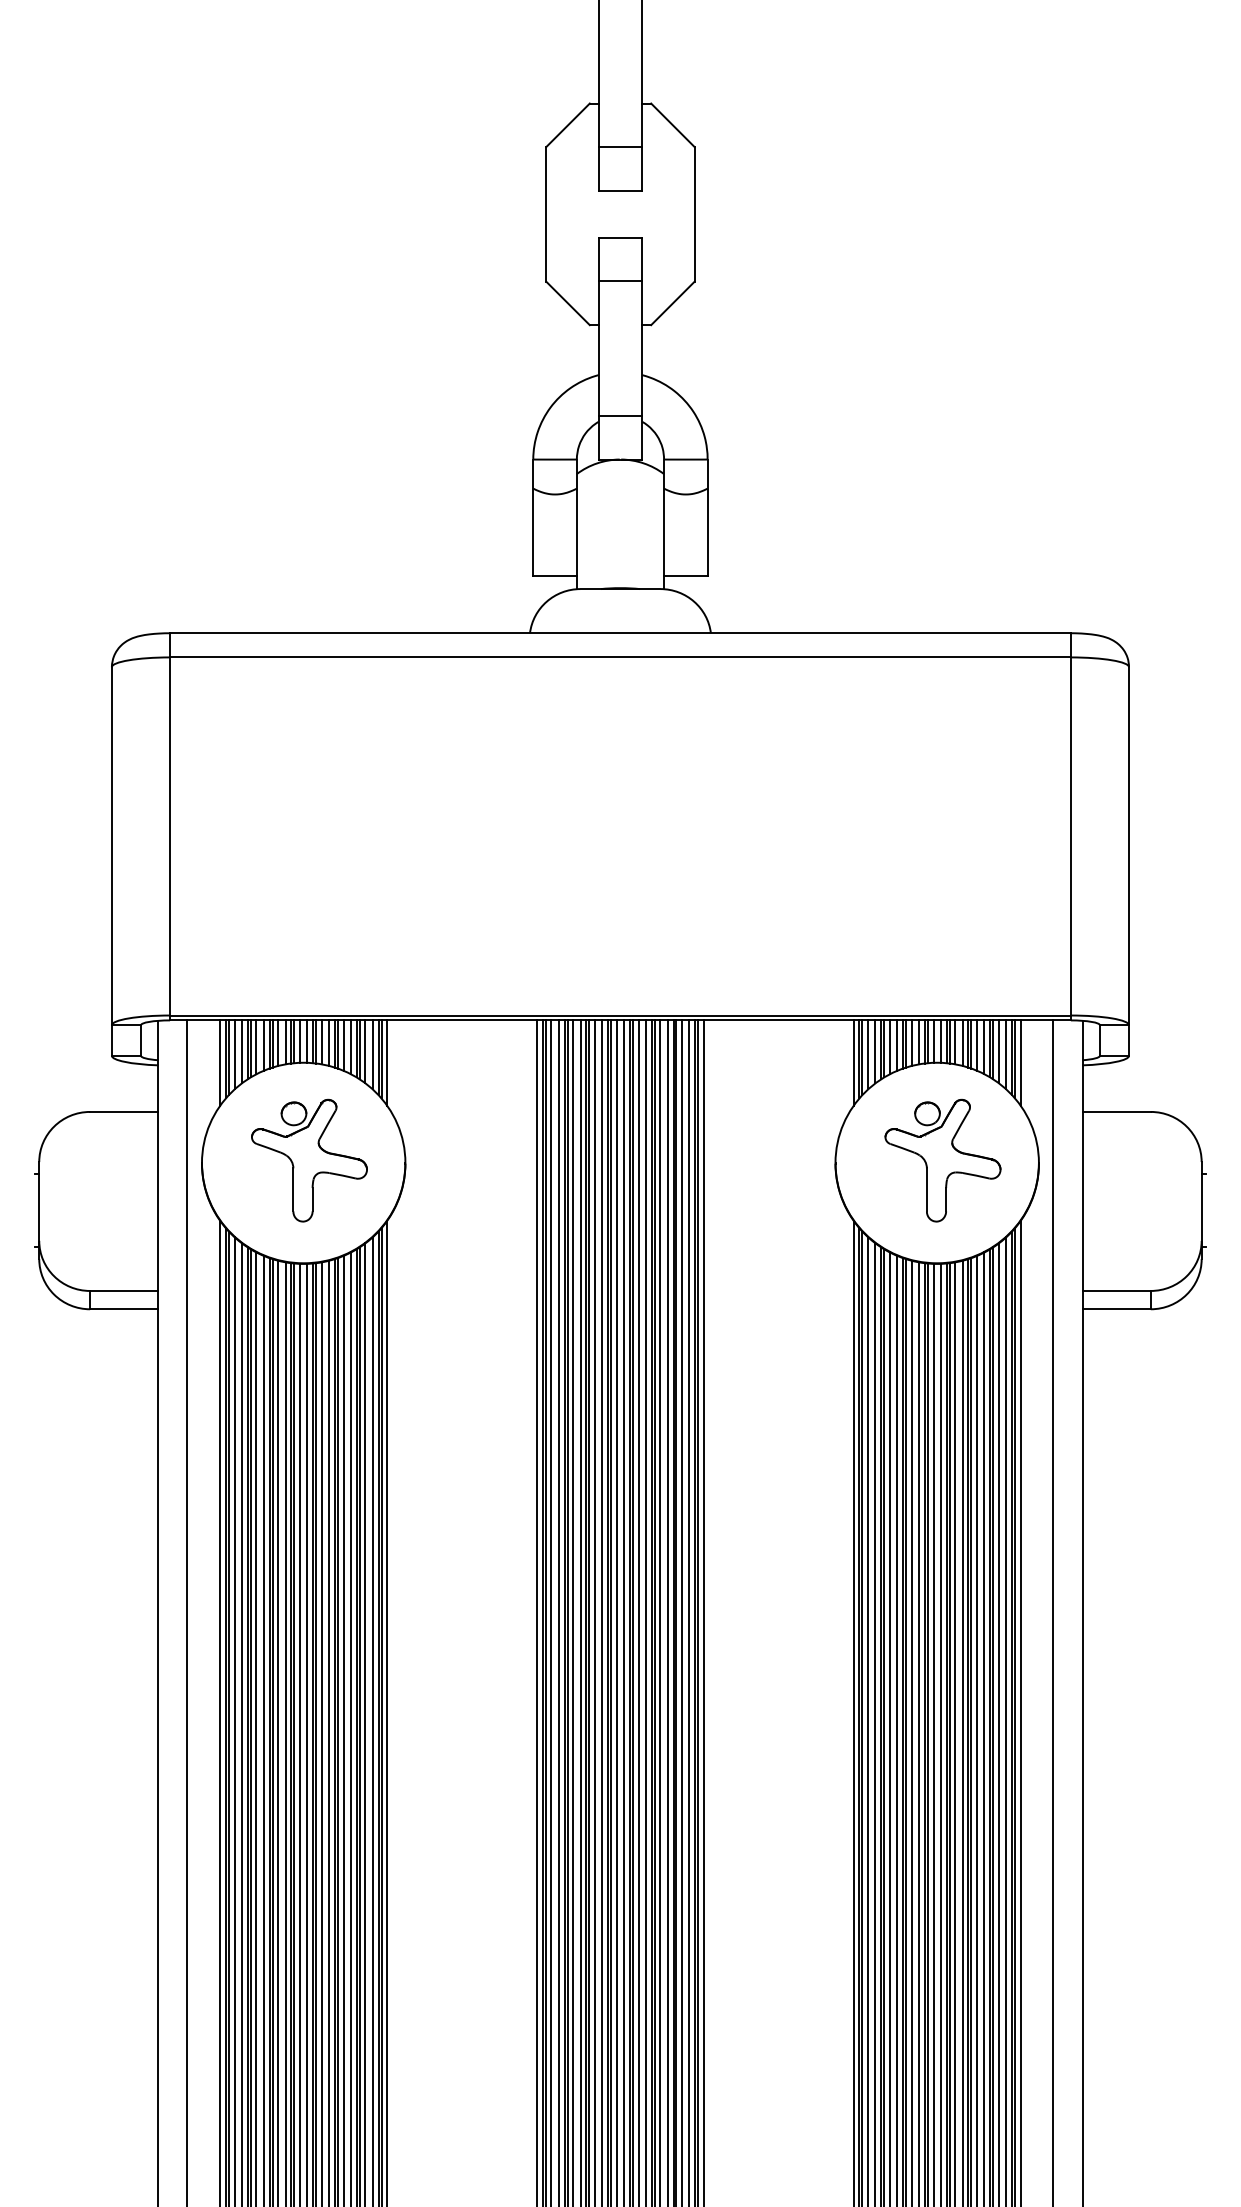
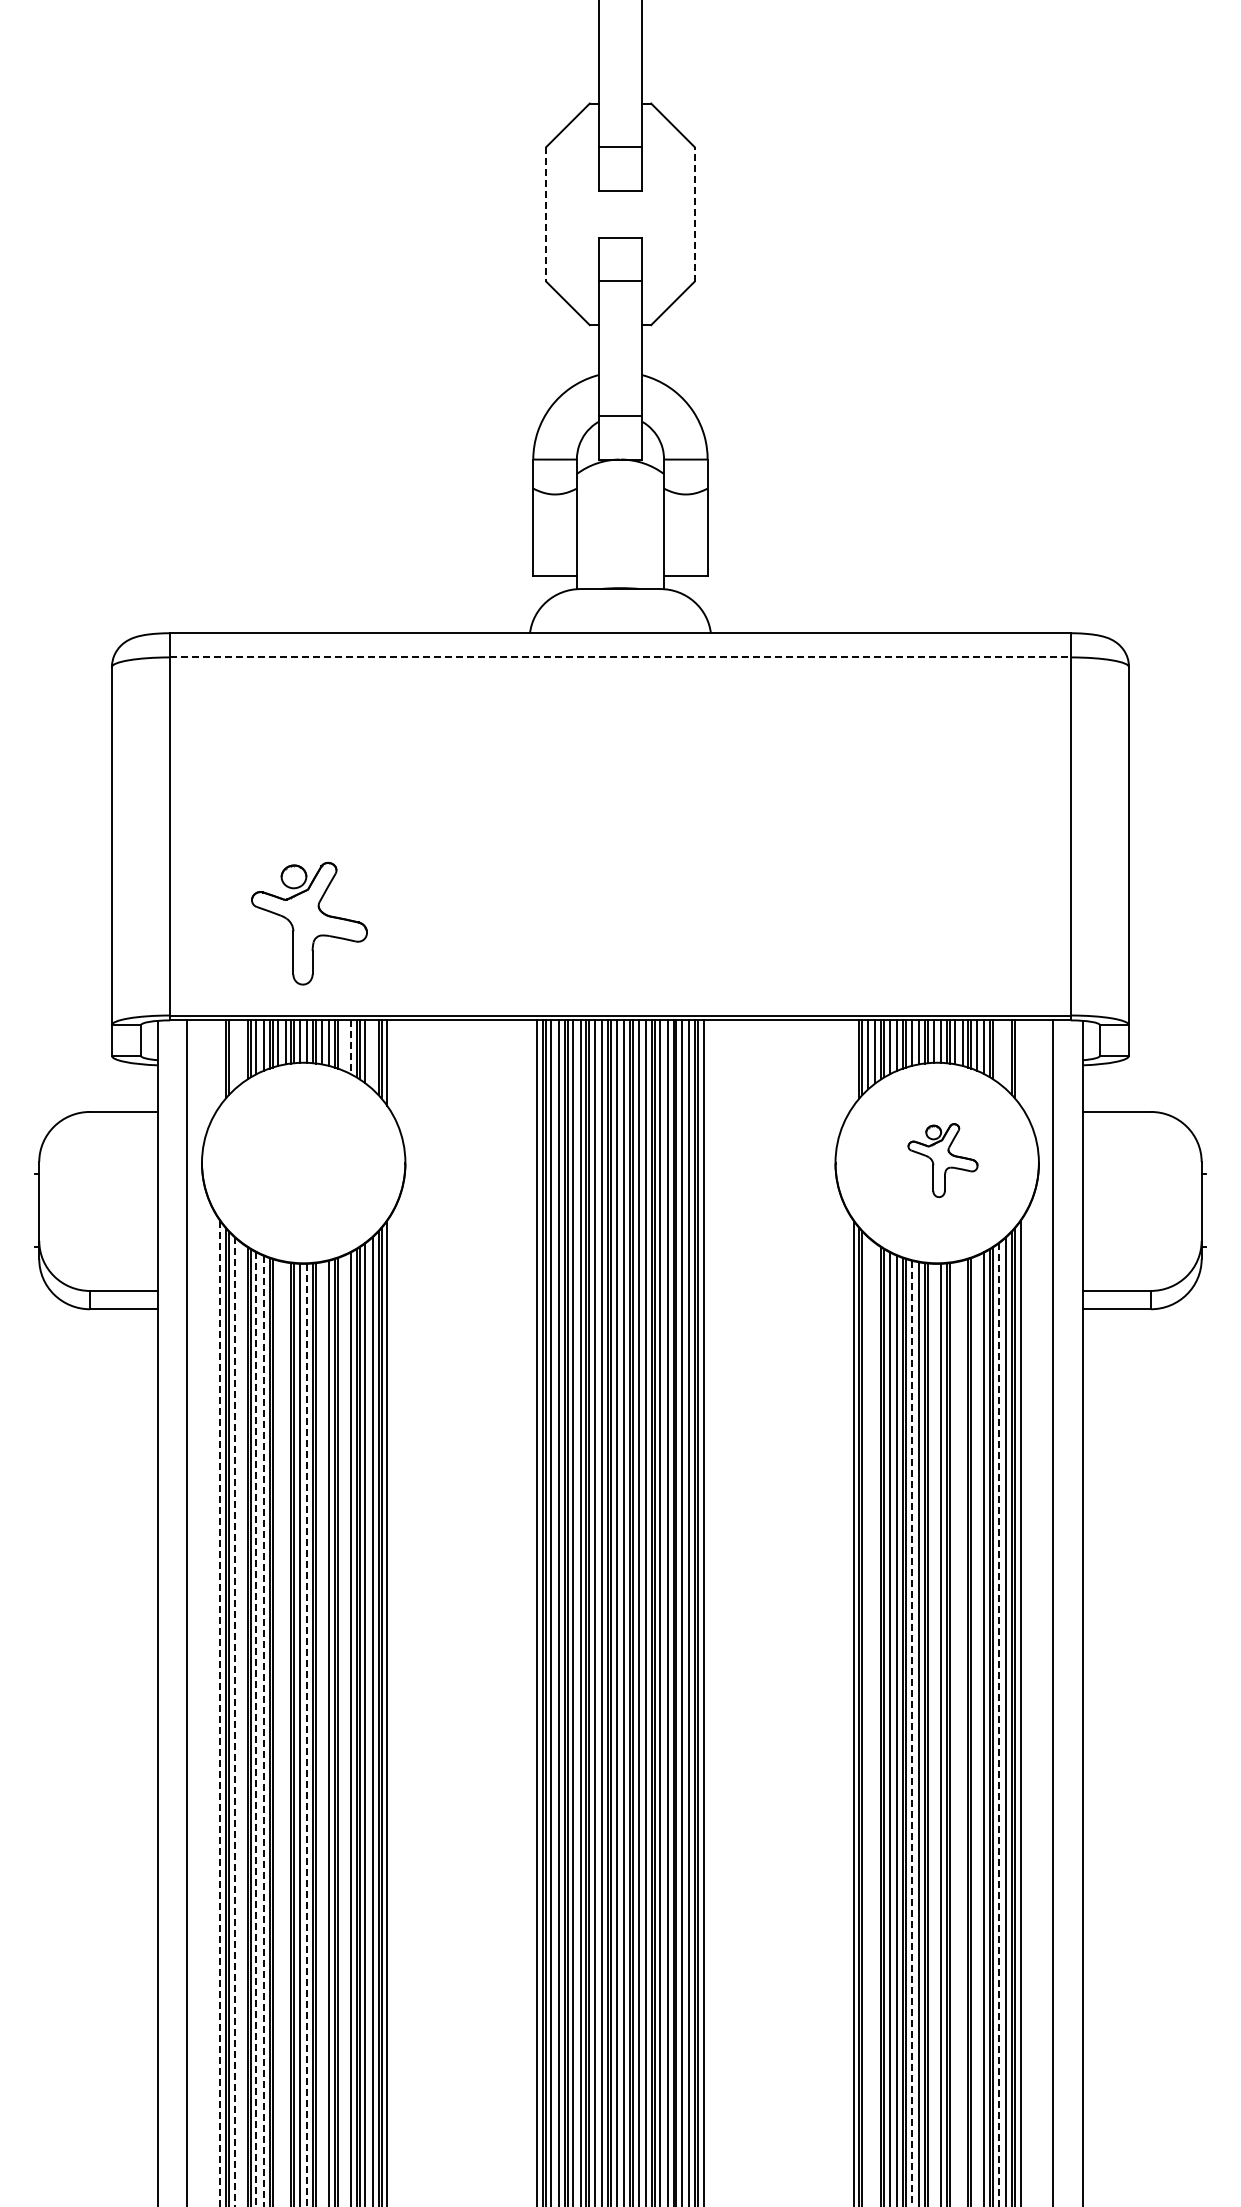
line at (694, 213): solid -> dashed
line at (546, 214): solid -> dashed
line at (620, 657): solid -> dashed
line at (343, 1045): present -> none
line at (350, 1047): solid -> dashed
line at (241, 1051): present -> none
line at (998, 1051): present -> none
line at (234, 1054): present -> none
line at (372, 1054): present -> none
line at (1006, 1054): present -> none
line at (220, 1062): present -> none
line at (853, 1062): present -> none
line at (1020, 1062): present -> none
part at (309, 1160) position: (309, 1160) -> (309, 923)
part at (942, 1160) size: 118x125 px -> 72x75 px
line at (220, 1713): solid -> dashed
line at (868, 1720): present -> none
line at (234, 1722): solid -> dashed
line at (241, 1723): present -> none
line at (875, 1723): present -> none
line at (998, 1725): solid -> dashed
line at (256, 1729): solid -> dashed
line at (343, 1729): present -> none
line at (977, 1729): present -> none
line at (263, 1731): solid -> dashed
line at (278, 1731): present -> none
line at (962, 1731): present -> none
line at (285, 1732): present -> none
line at (321, 1732): present -> none
line at (955, 1732): present -> none
line at (911, 1733): solid -> dashed
line at (933, 1733): present -> none
line at (307, 1735): solid -> dashed
